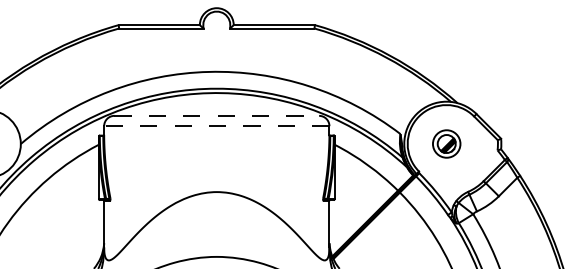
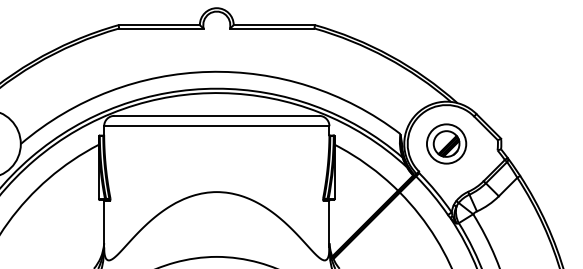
line at (217, 115): dashed -> solid
line at (216, 126): dashed -> solid
part at (446, 143) size: 30x30 px -> 42x42 px
